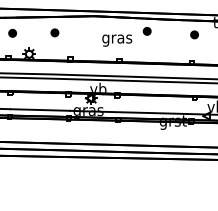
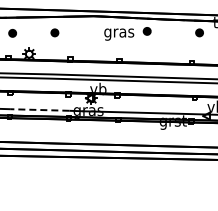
part at (194, 34) position: (194, 34) -> (199, 32)
text at (117, 40) position: (117, 40) -> (119, 34)
line at (39, 110): solid -> dashed
